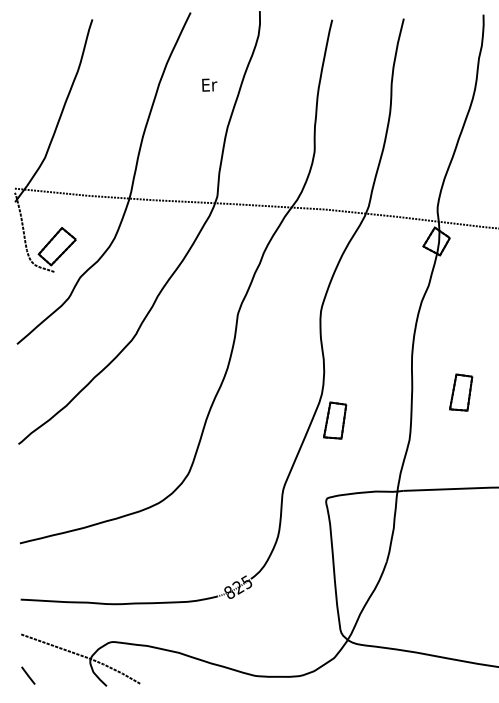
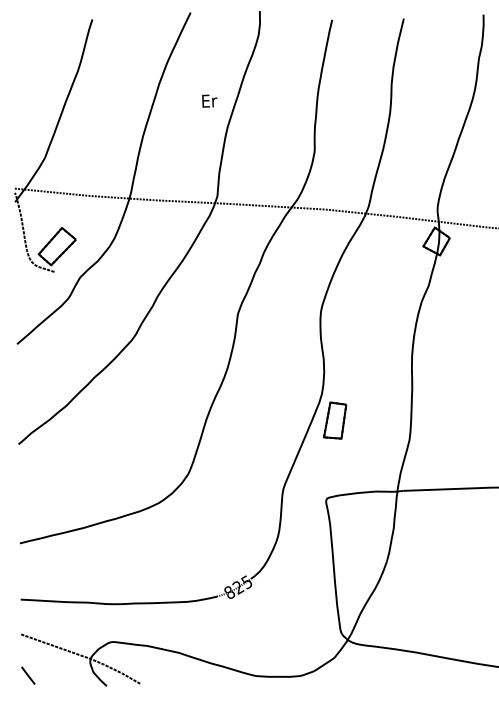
text at (209, 84) position: (209, 84) -> (209, 100)
part at (461, 392): present -> none
